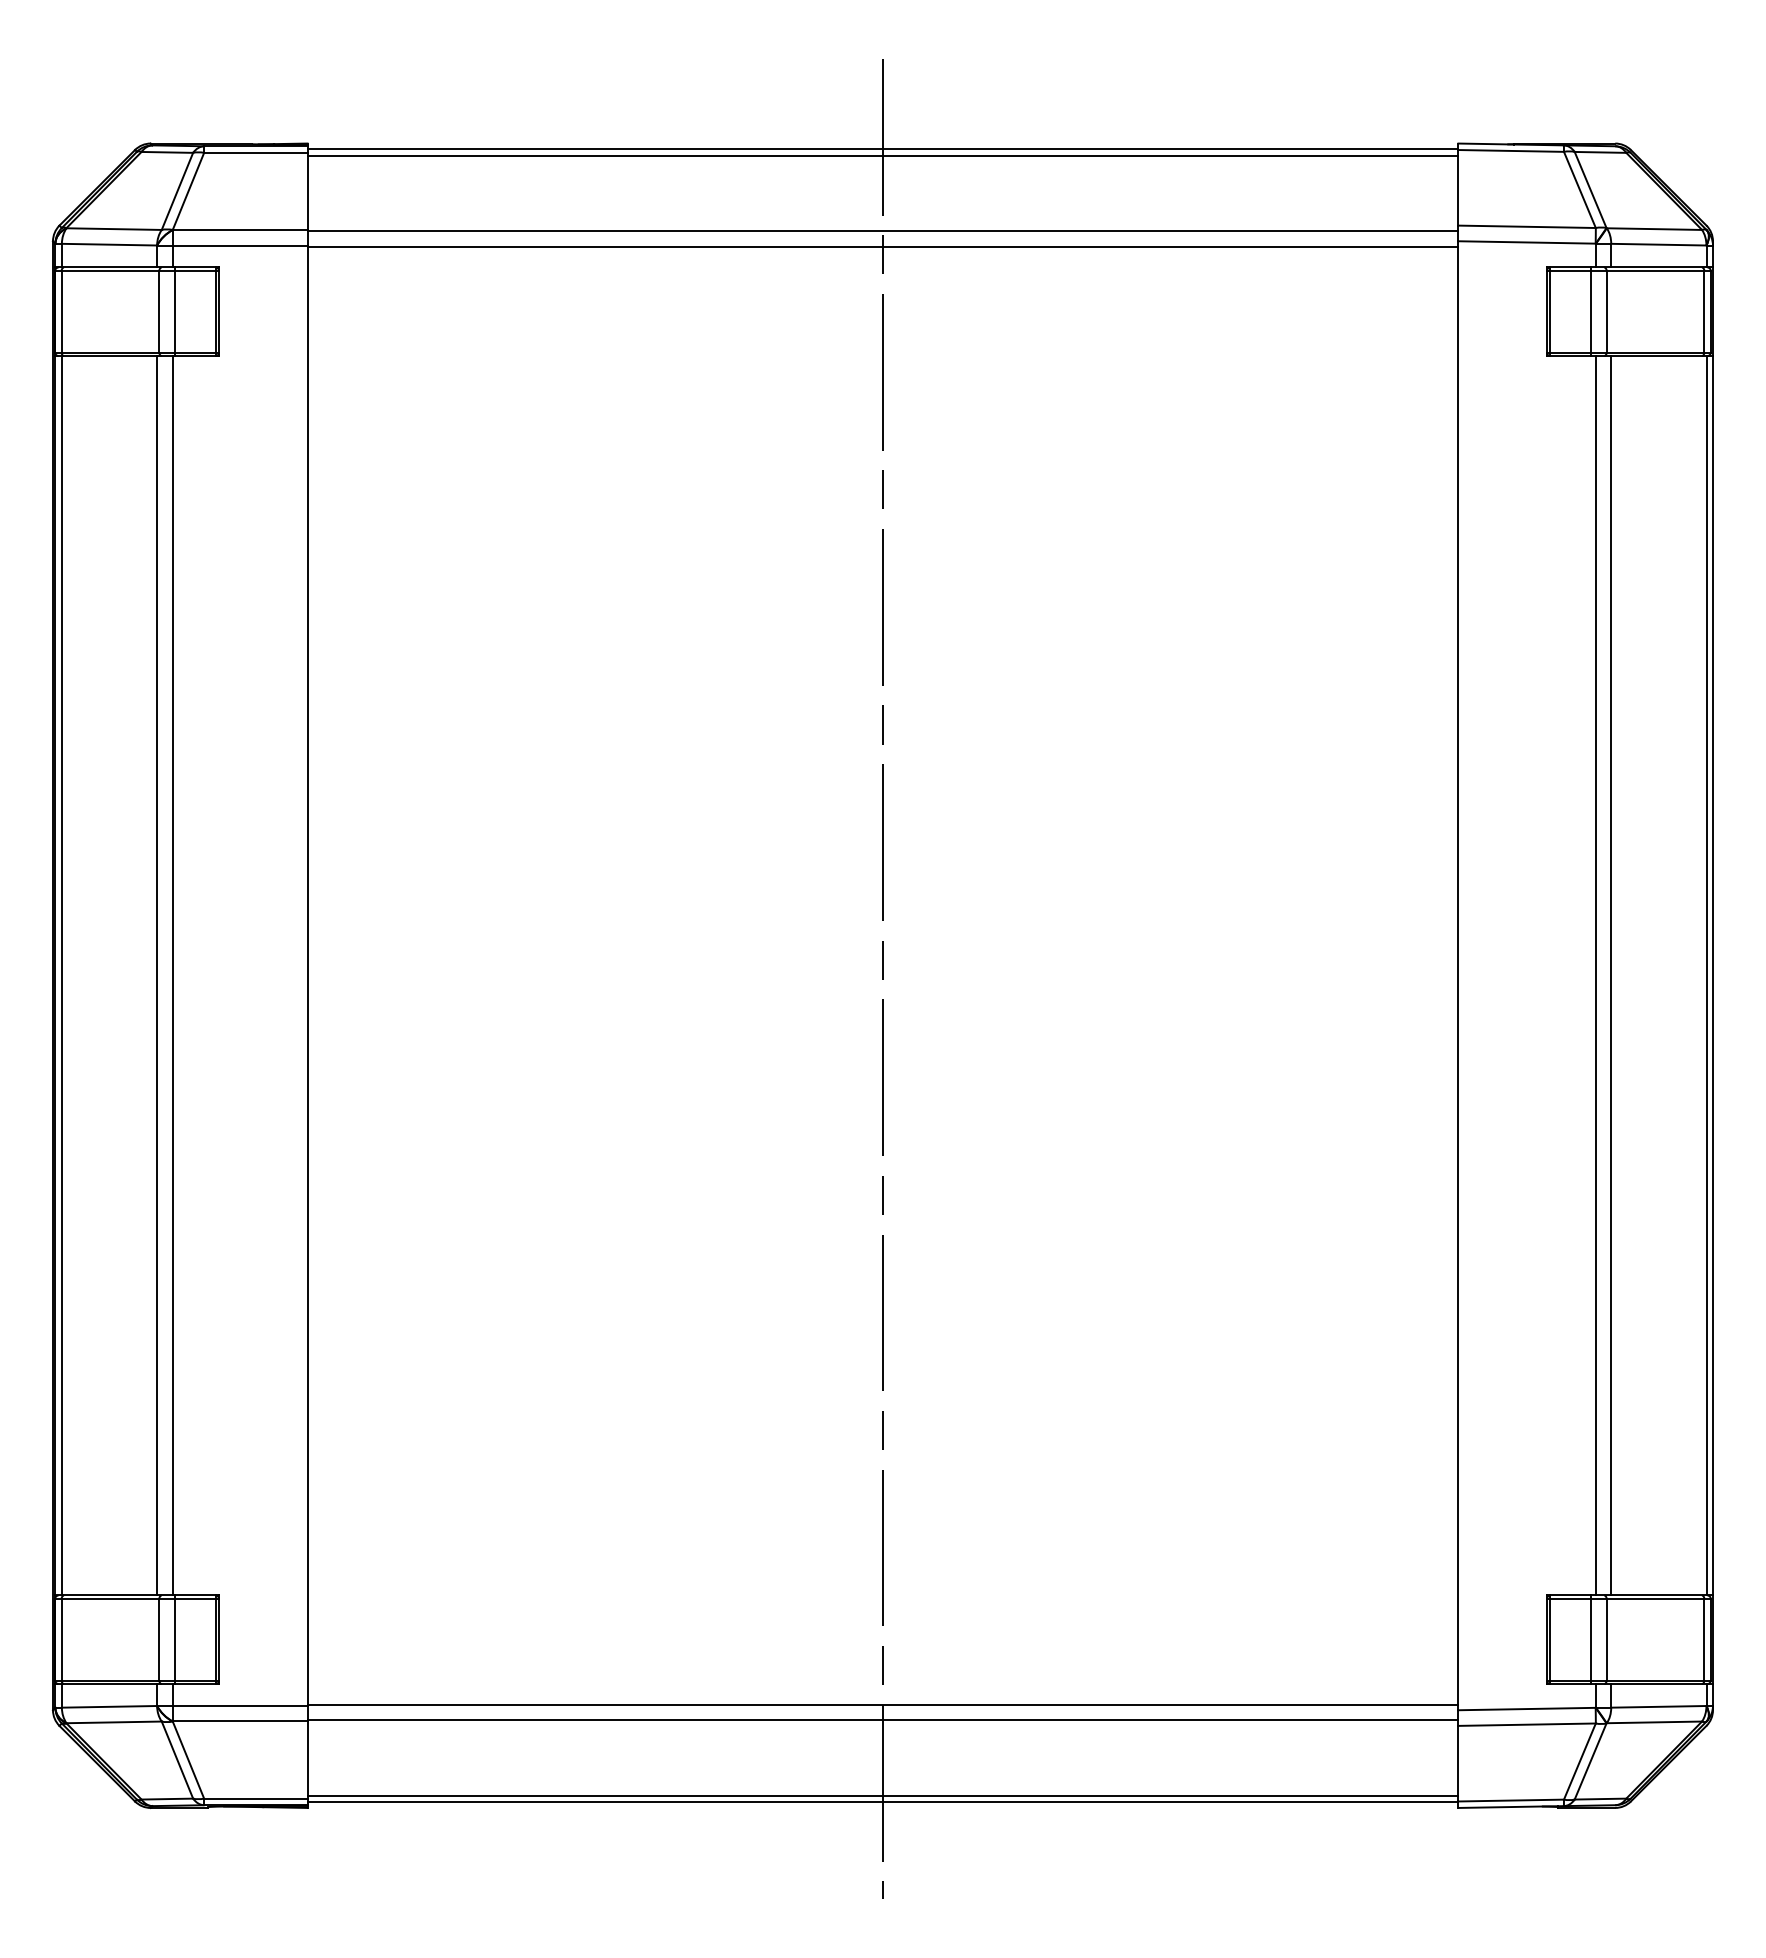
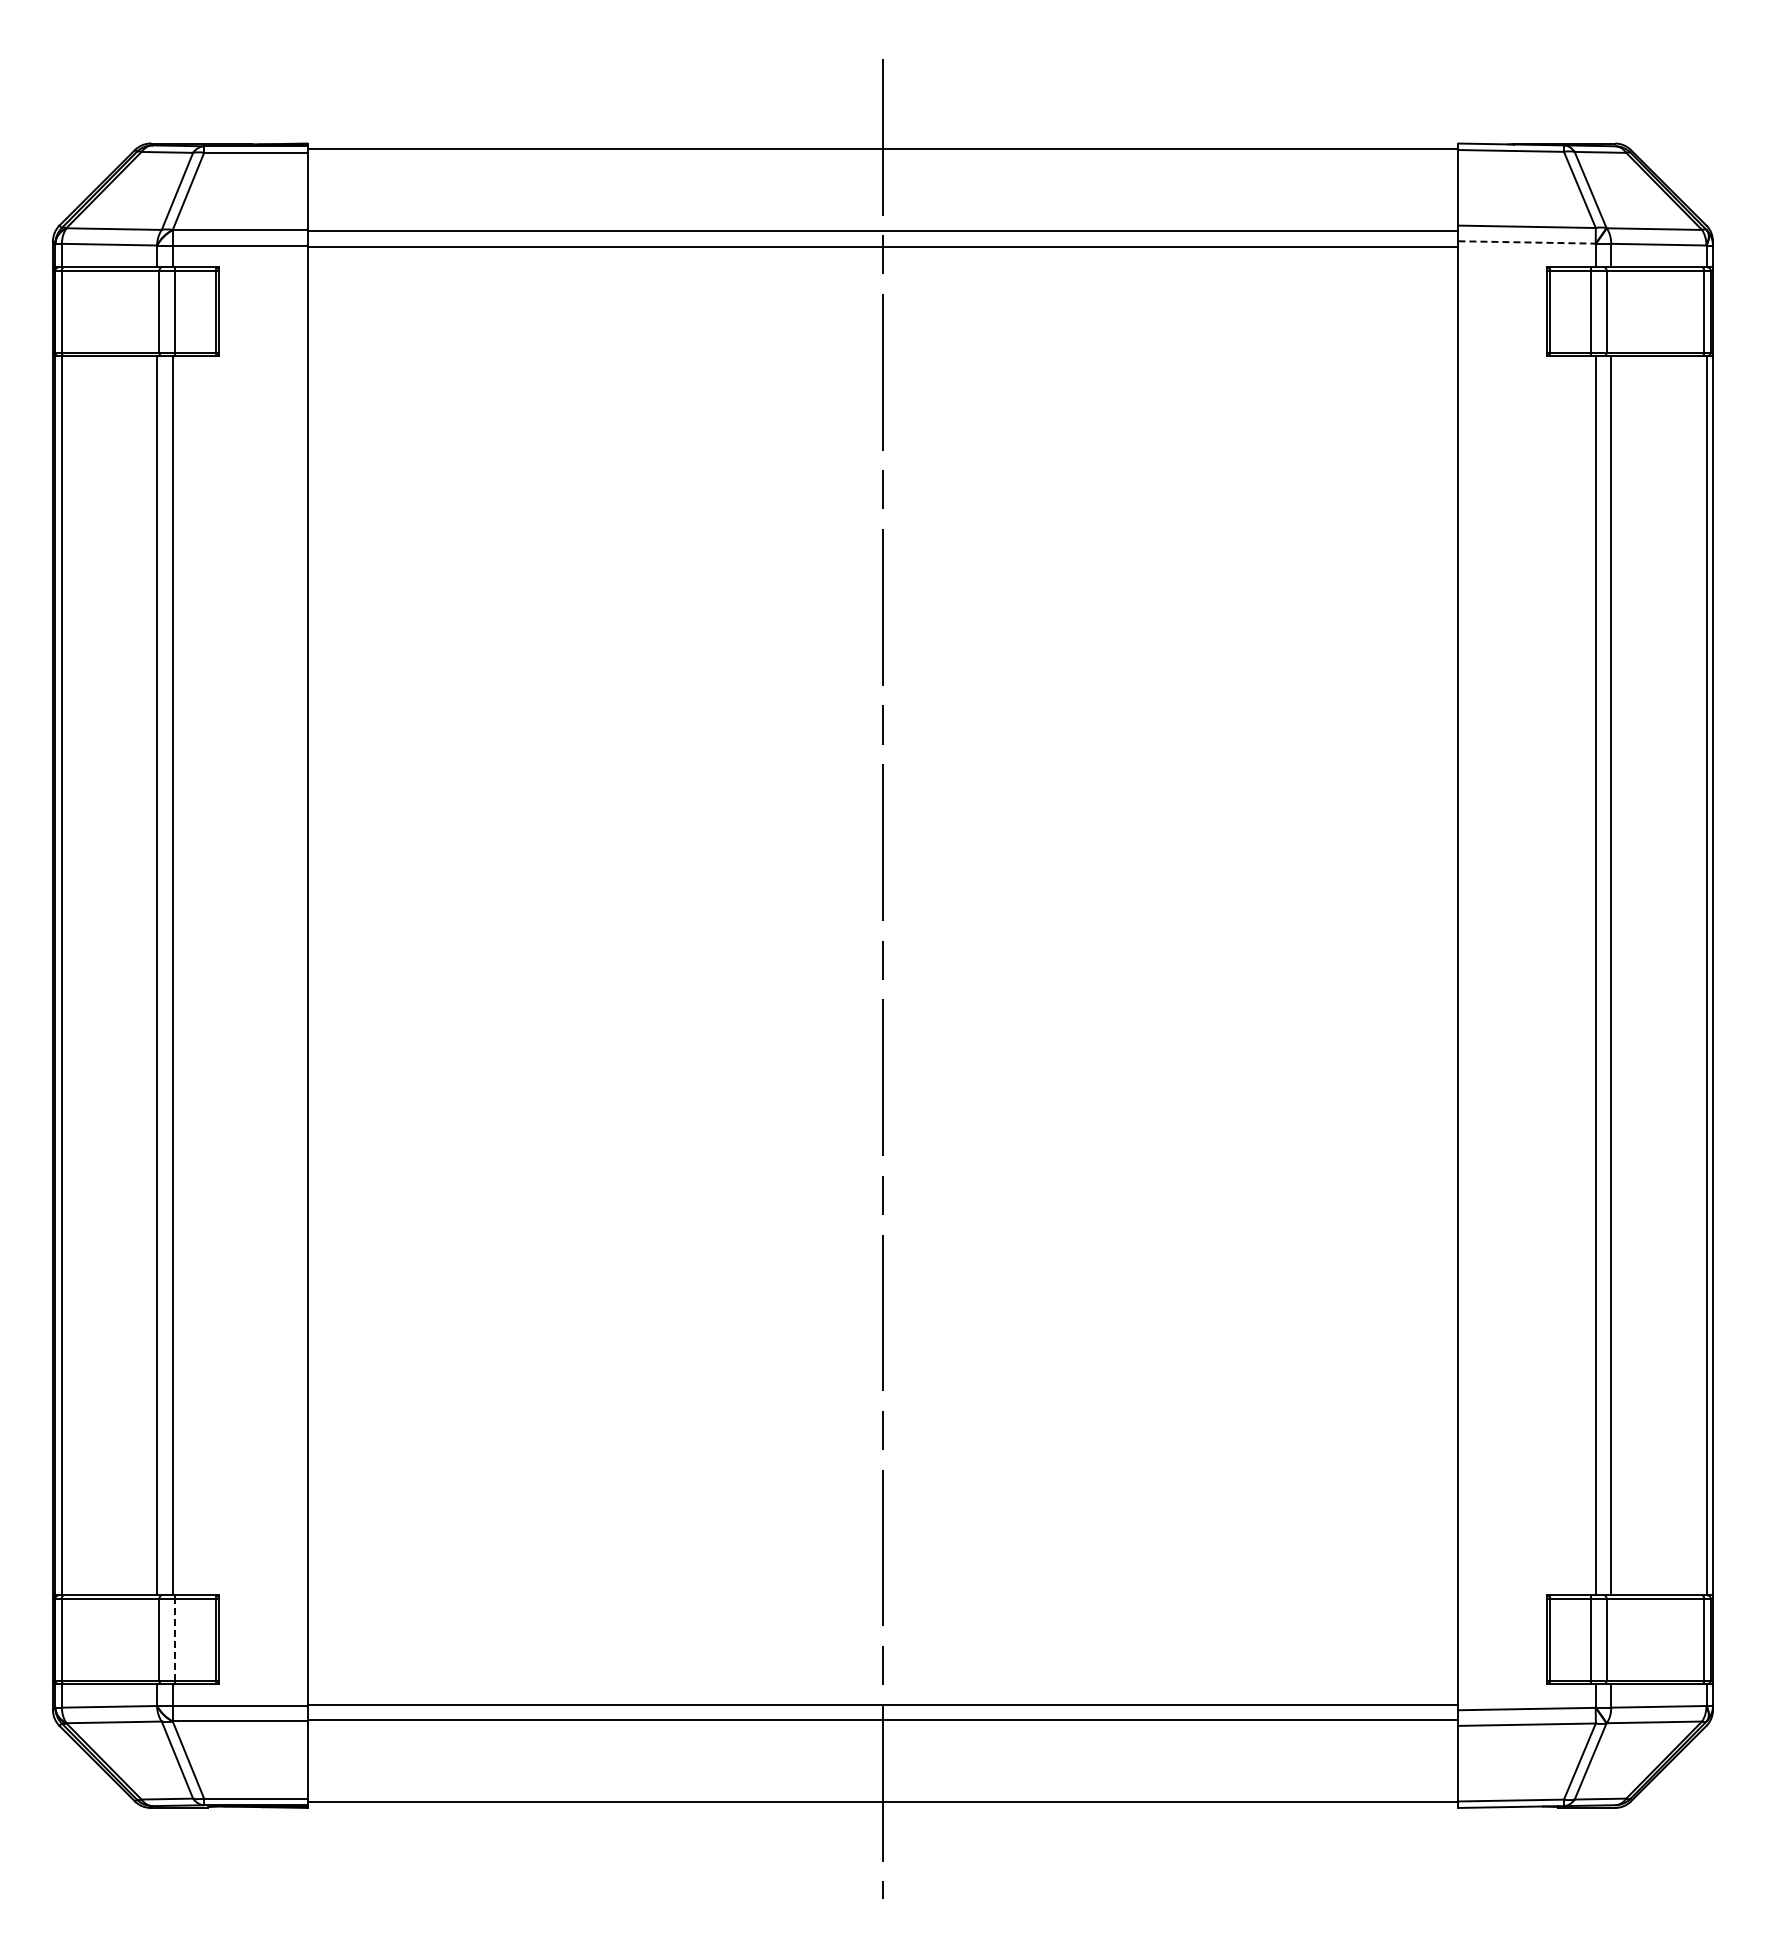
line at (882, 155): present -> none
line at (1527, 242): solid -> dashed
line at (175, 1639): solid -> dashed
line at (882, 1795): present -> none
